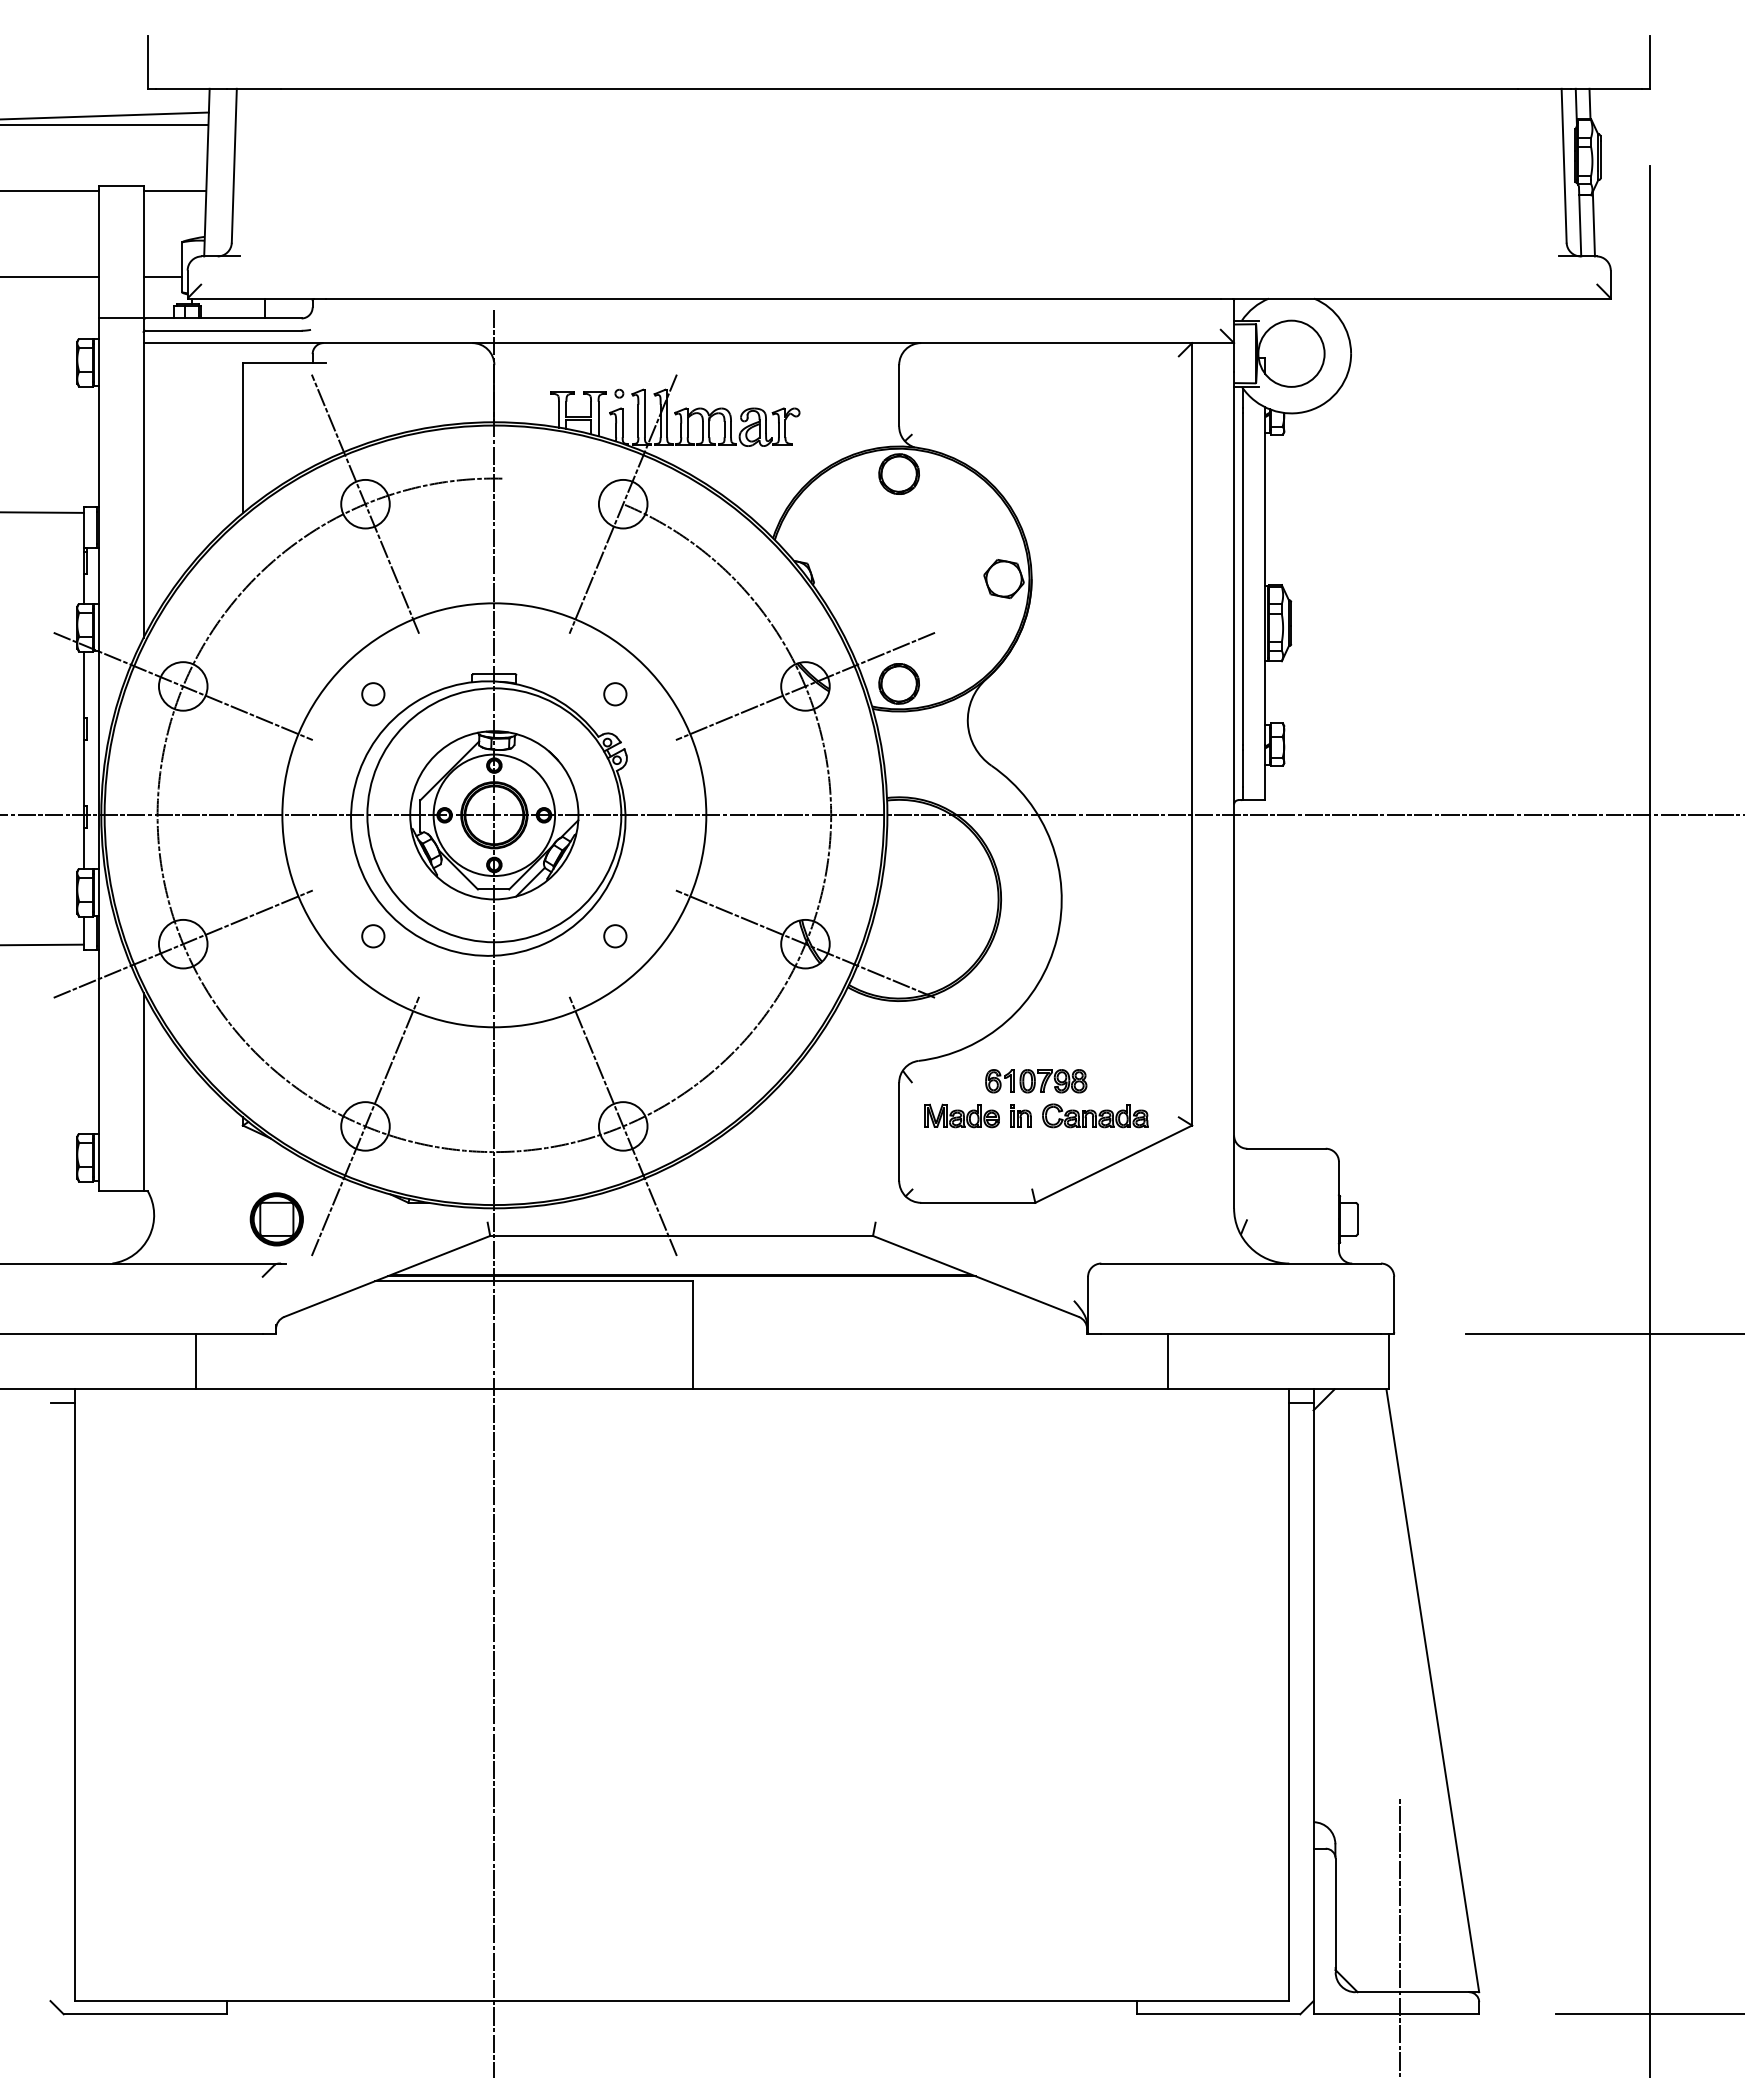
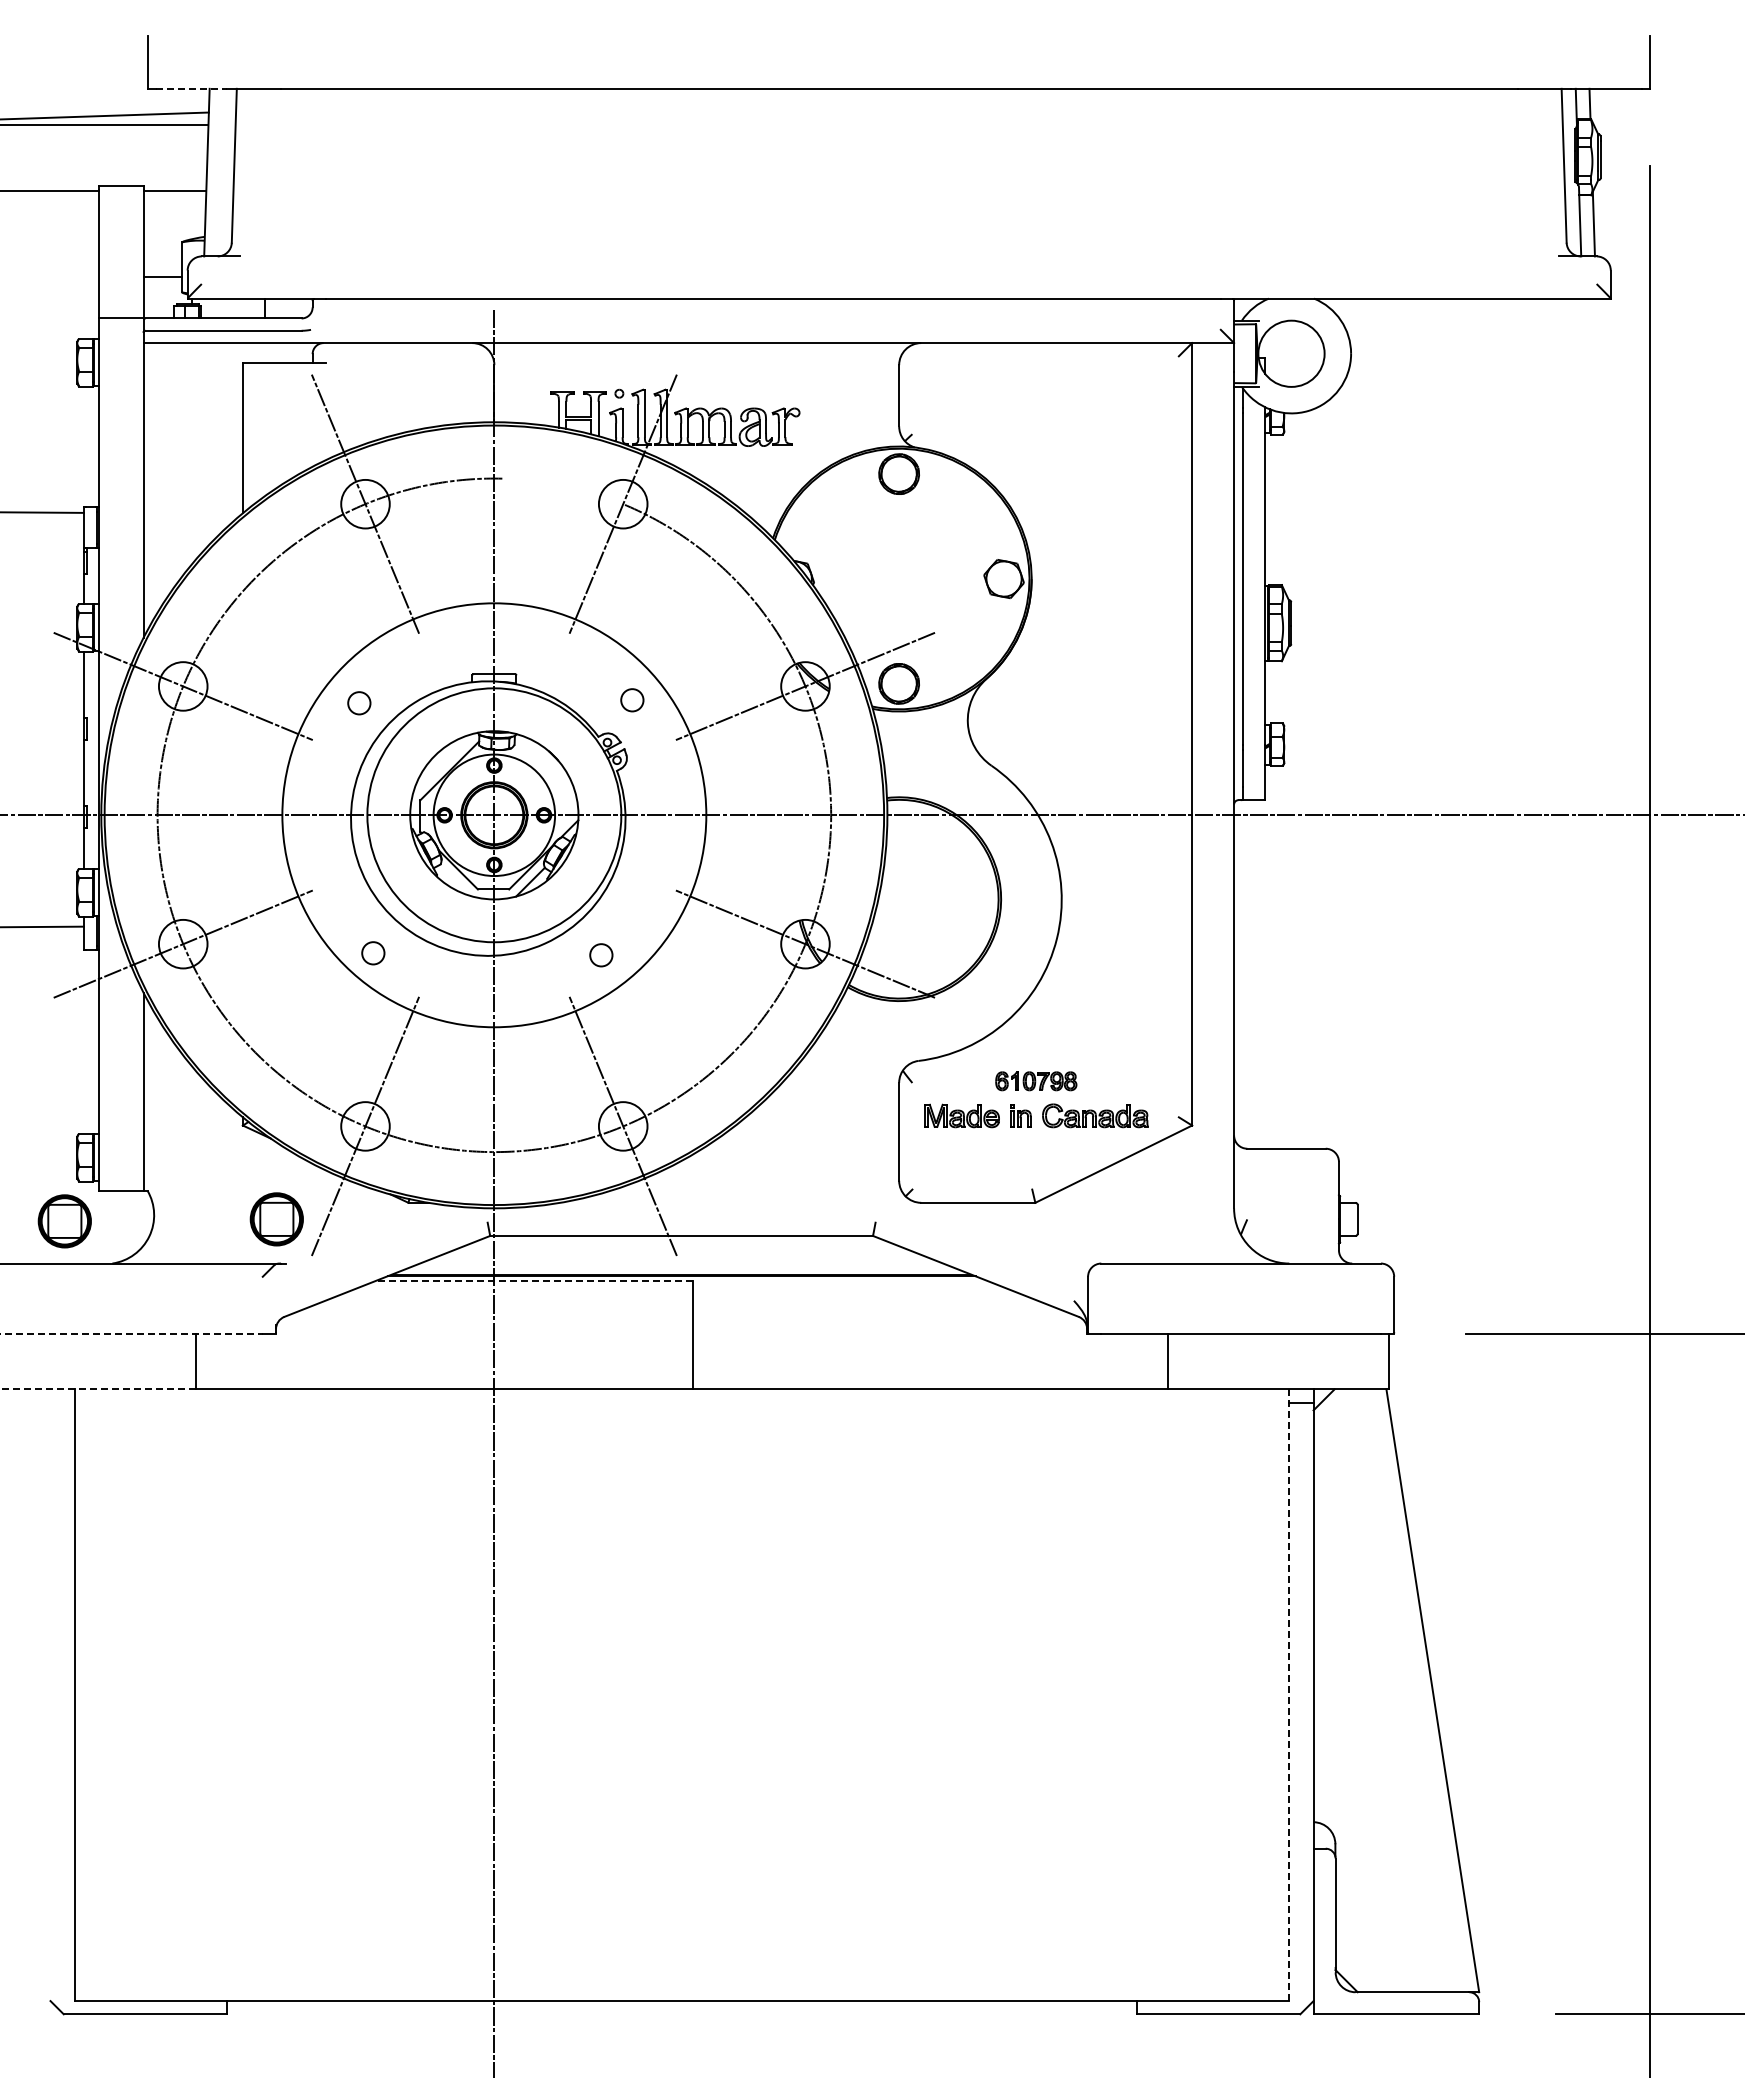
line at (191, 88): solid -> dashed
line at (50, 276): present -> none
circle at (373, 694) position: (373, 694) -> (359, 703)
circle at (615, 694) position: (615, 694) -> (632, 700)
circle at (373, 936) position: (373, 936) -> (373, 953)
circle at (615, 936) position: (615, 936) -> (601, 955)
line at (42, 944) position: (42, 944) -> (42, 926)
part at (1036, 1081) size: 103x25 px -> 83x21 px
part at (64, 1221): none -> present
line at (534, 1281): solid -> dashed
line at (131, 1334): solid -> dashed
line at (98, 1389): solid -> dashed
line at (62, 1402): present -> none
line at (1289, 1695): solid -> dashed
line at (1399, 1936): present -> none
